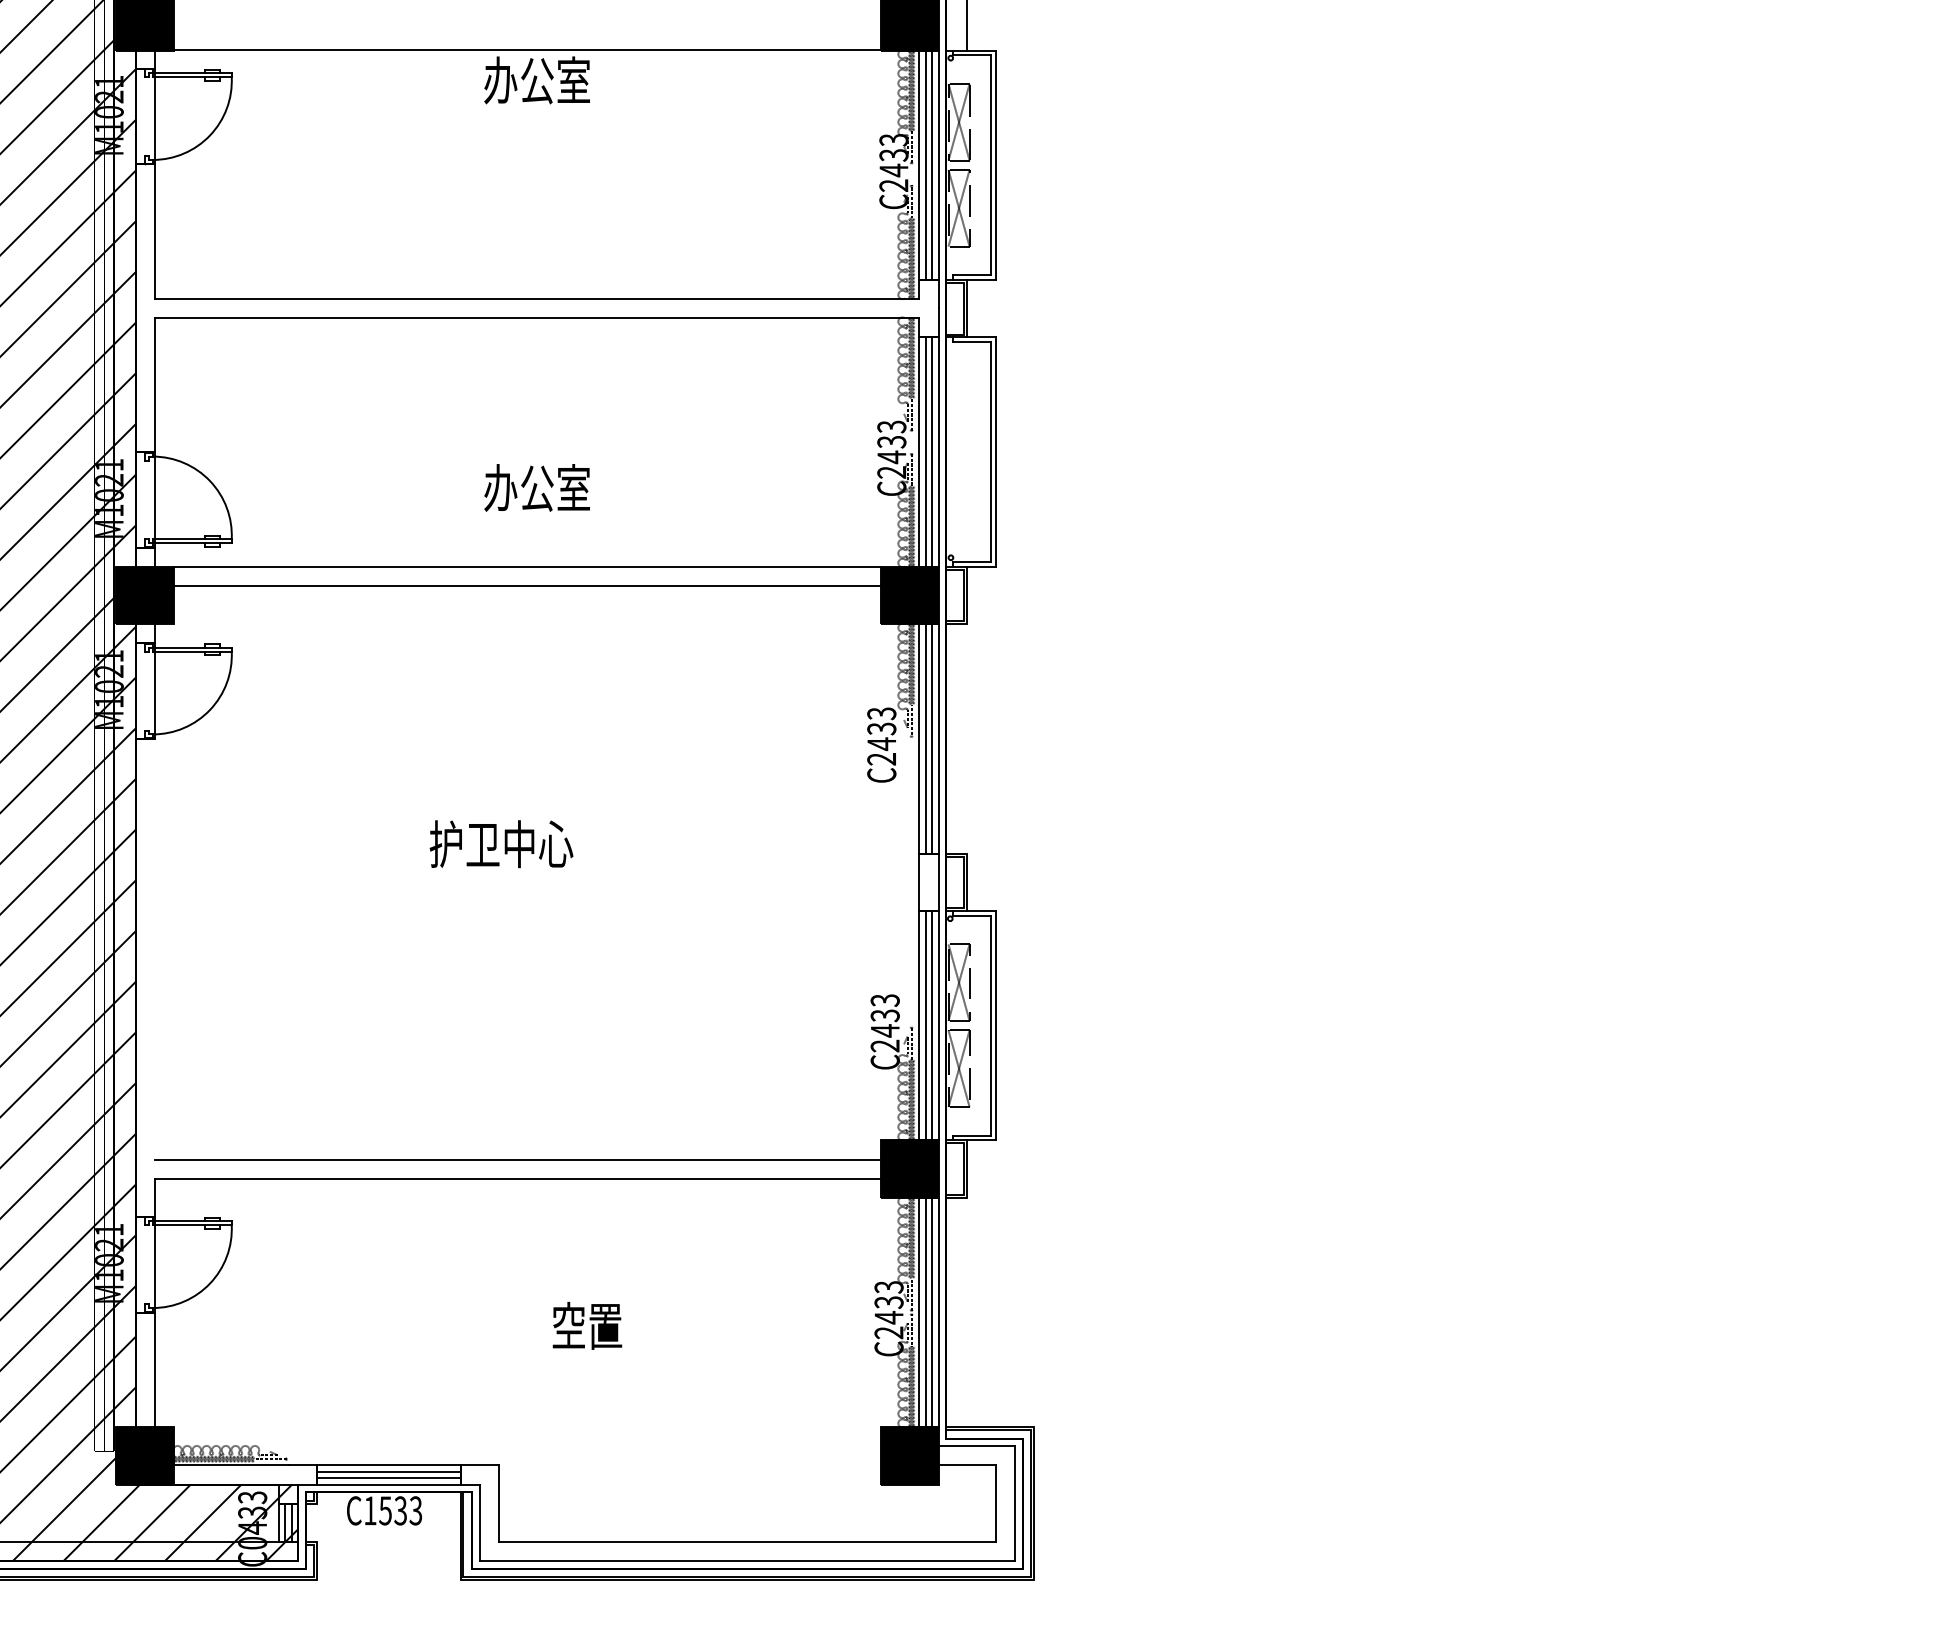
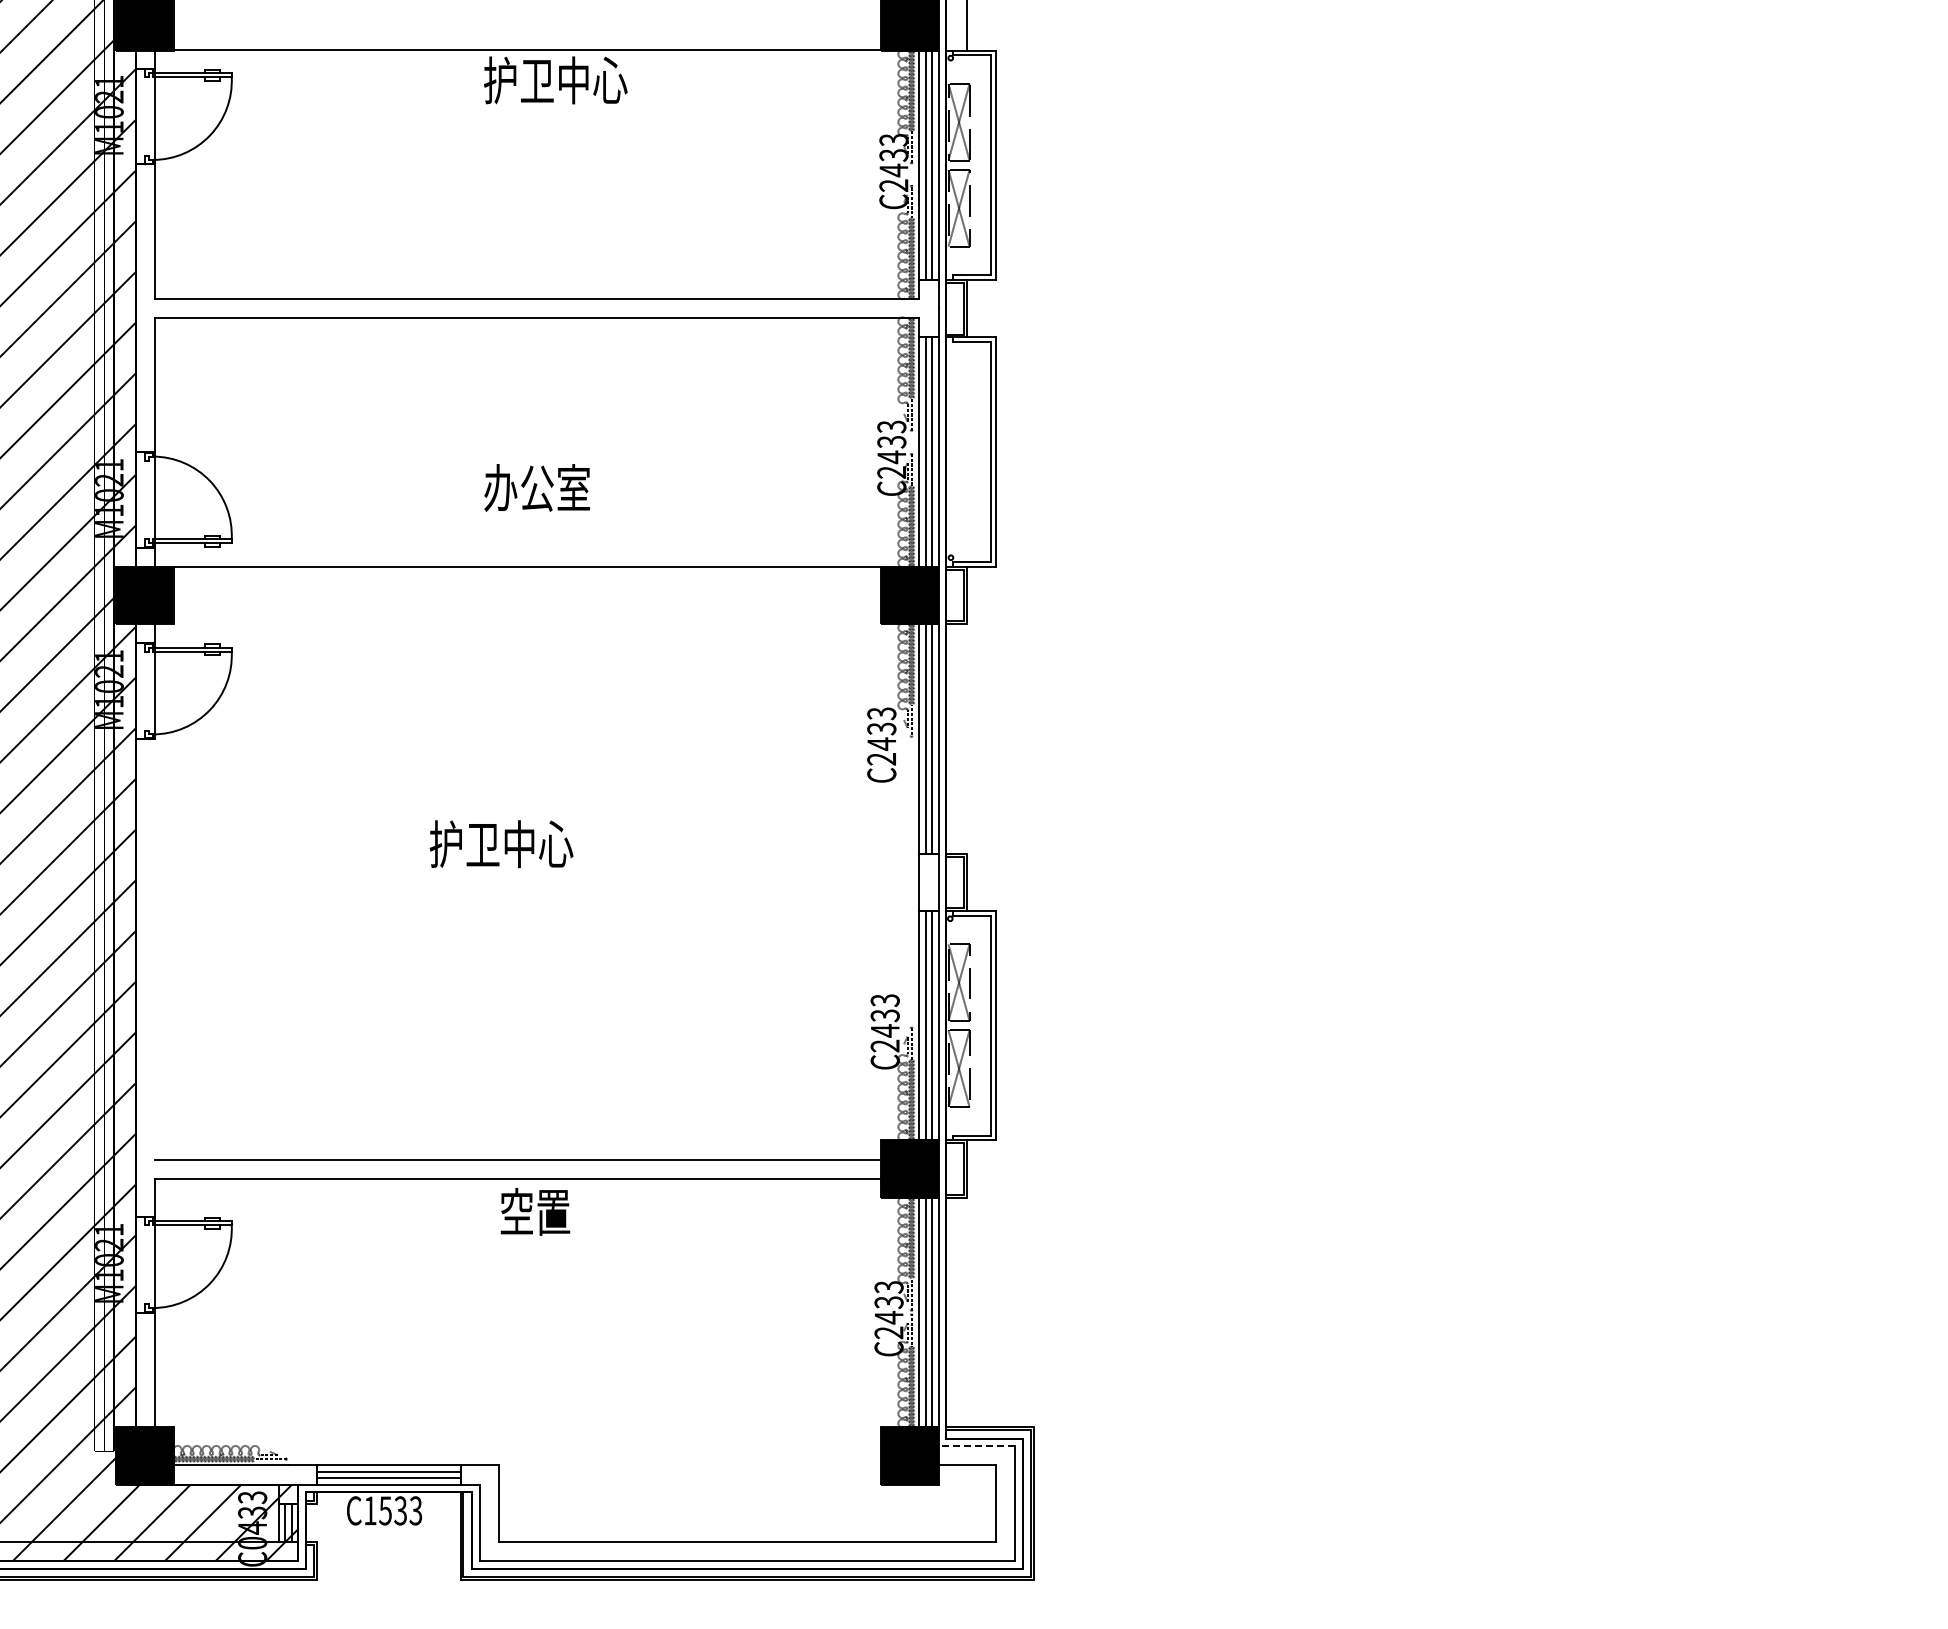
text at (555, 80): 办公室 -> 护卫中心
line at (527, 585): present -> none
text at (587, 1325) position: (587, 1325) -> (535, 1211)
line at (976, 1446): solid -> dashed
